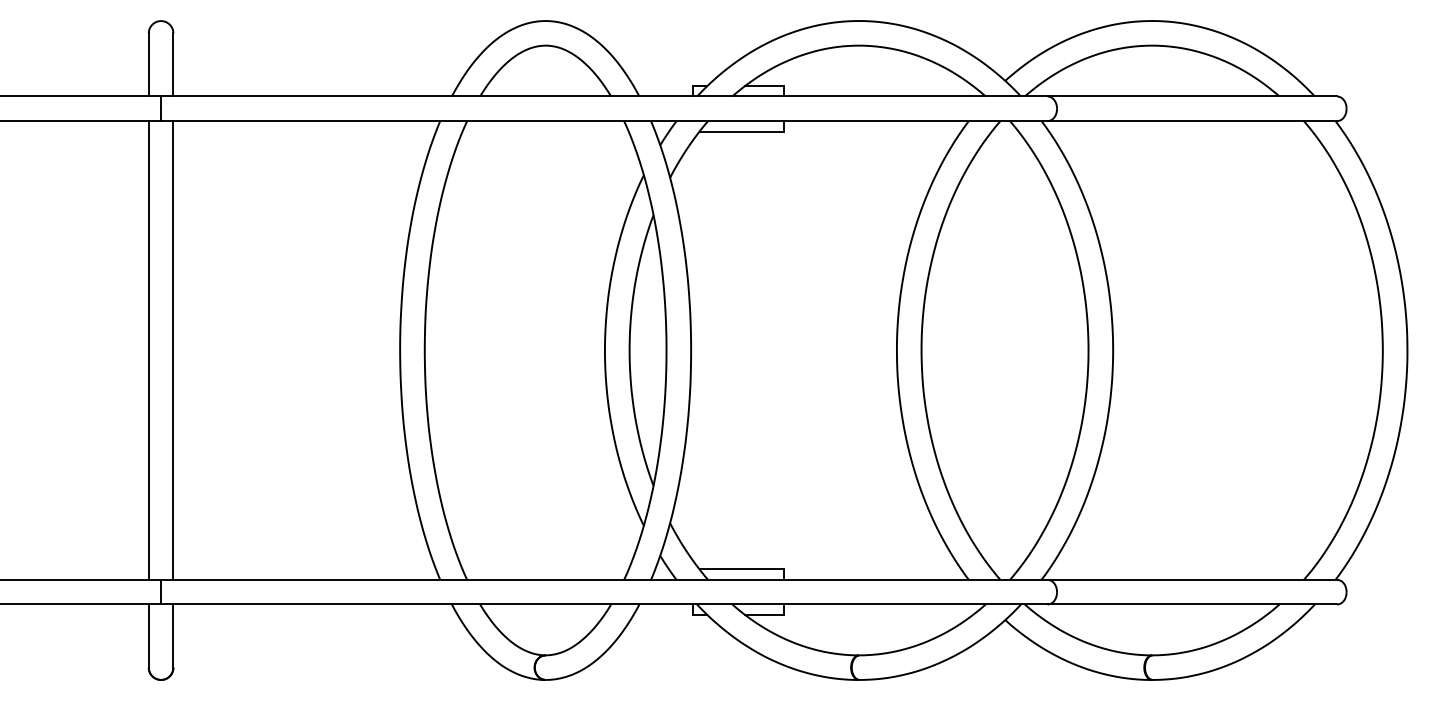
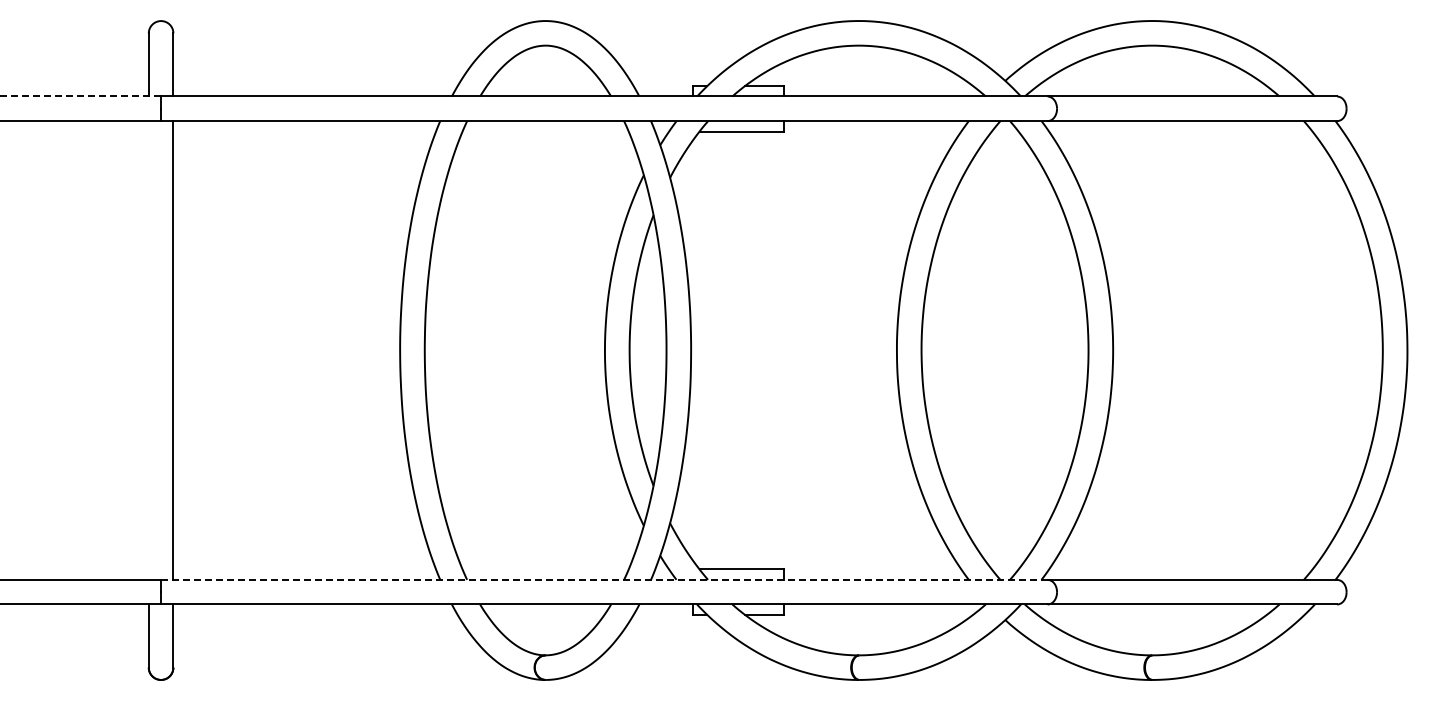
line at (80, 96): solid -> dashed
line at (148, 350): present -> none
line at (603, 579): solid -> dashed
